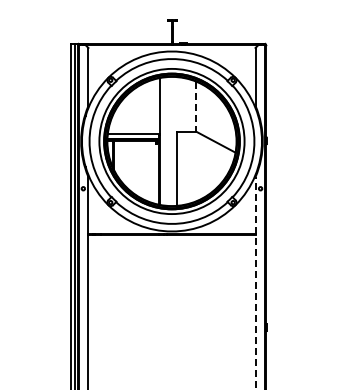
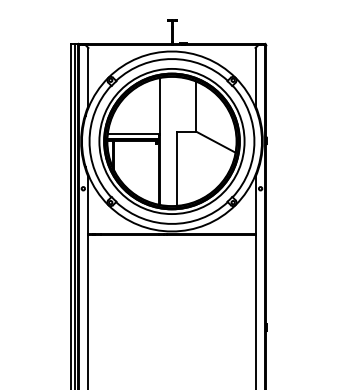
line at (196, 107): dashed -> solid
line at (255, 283): dashed -> solid
